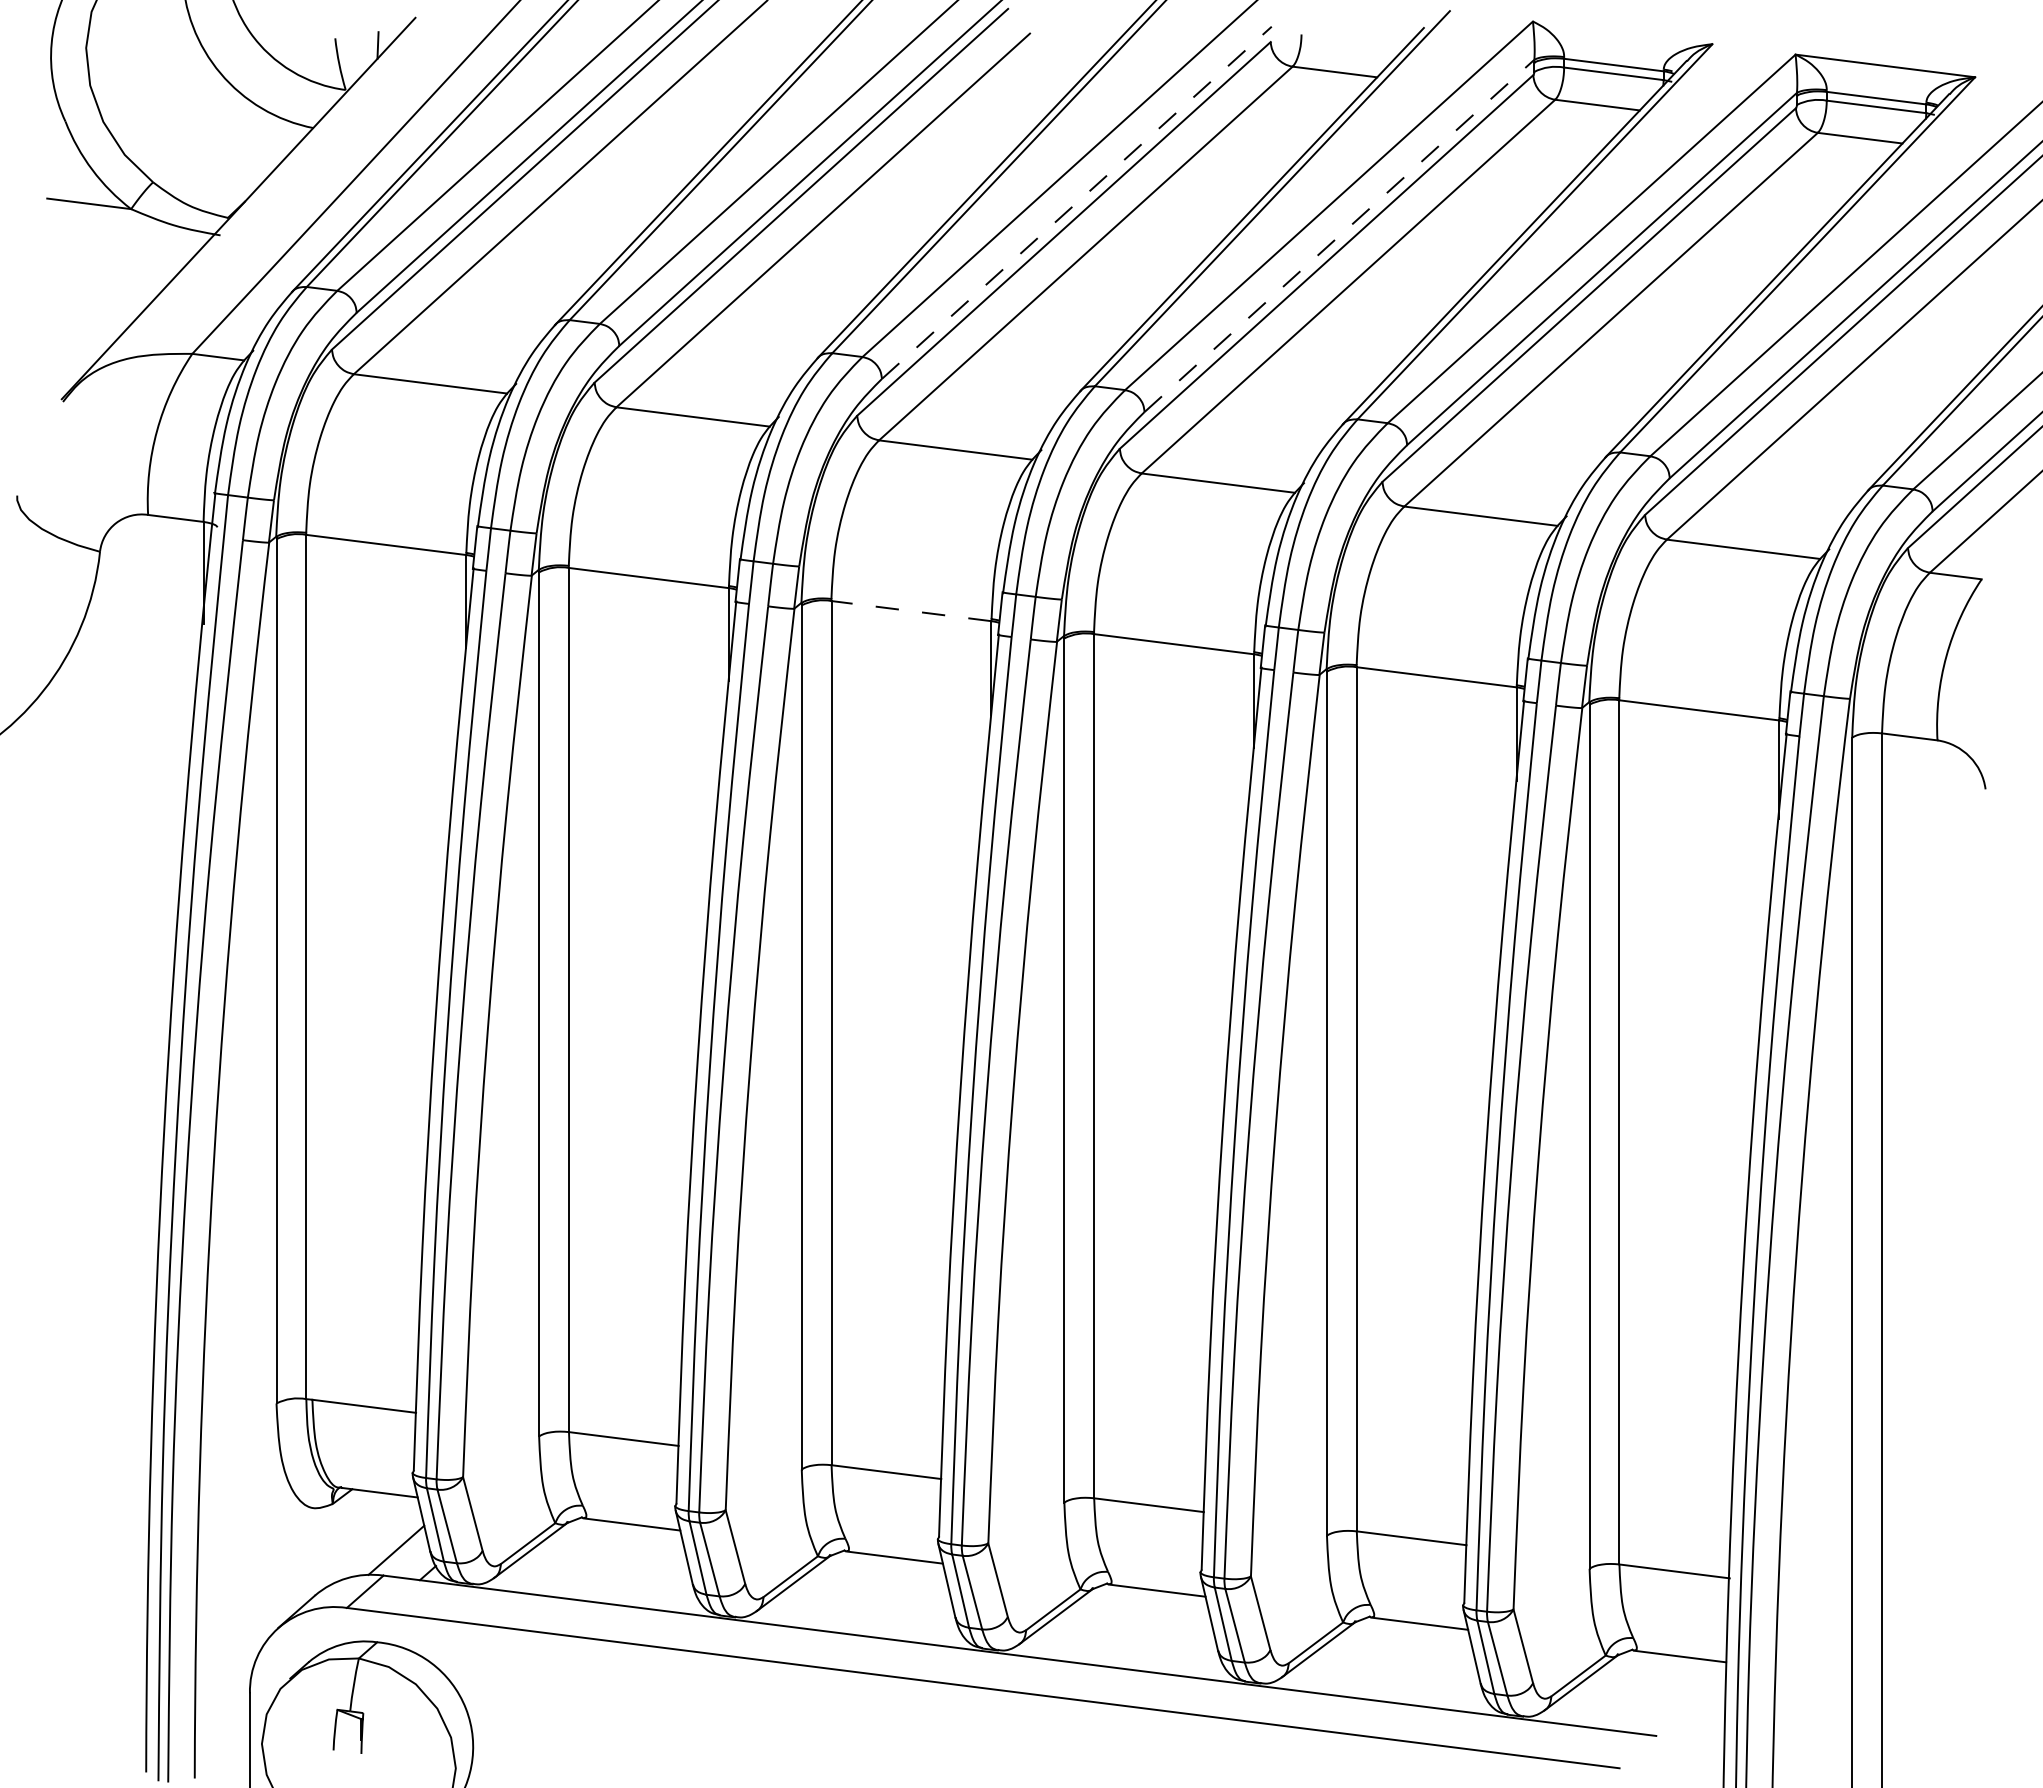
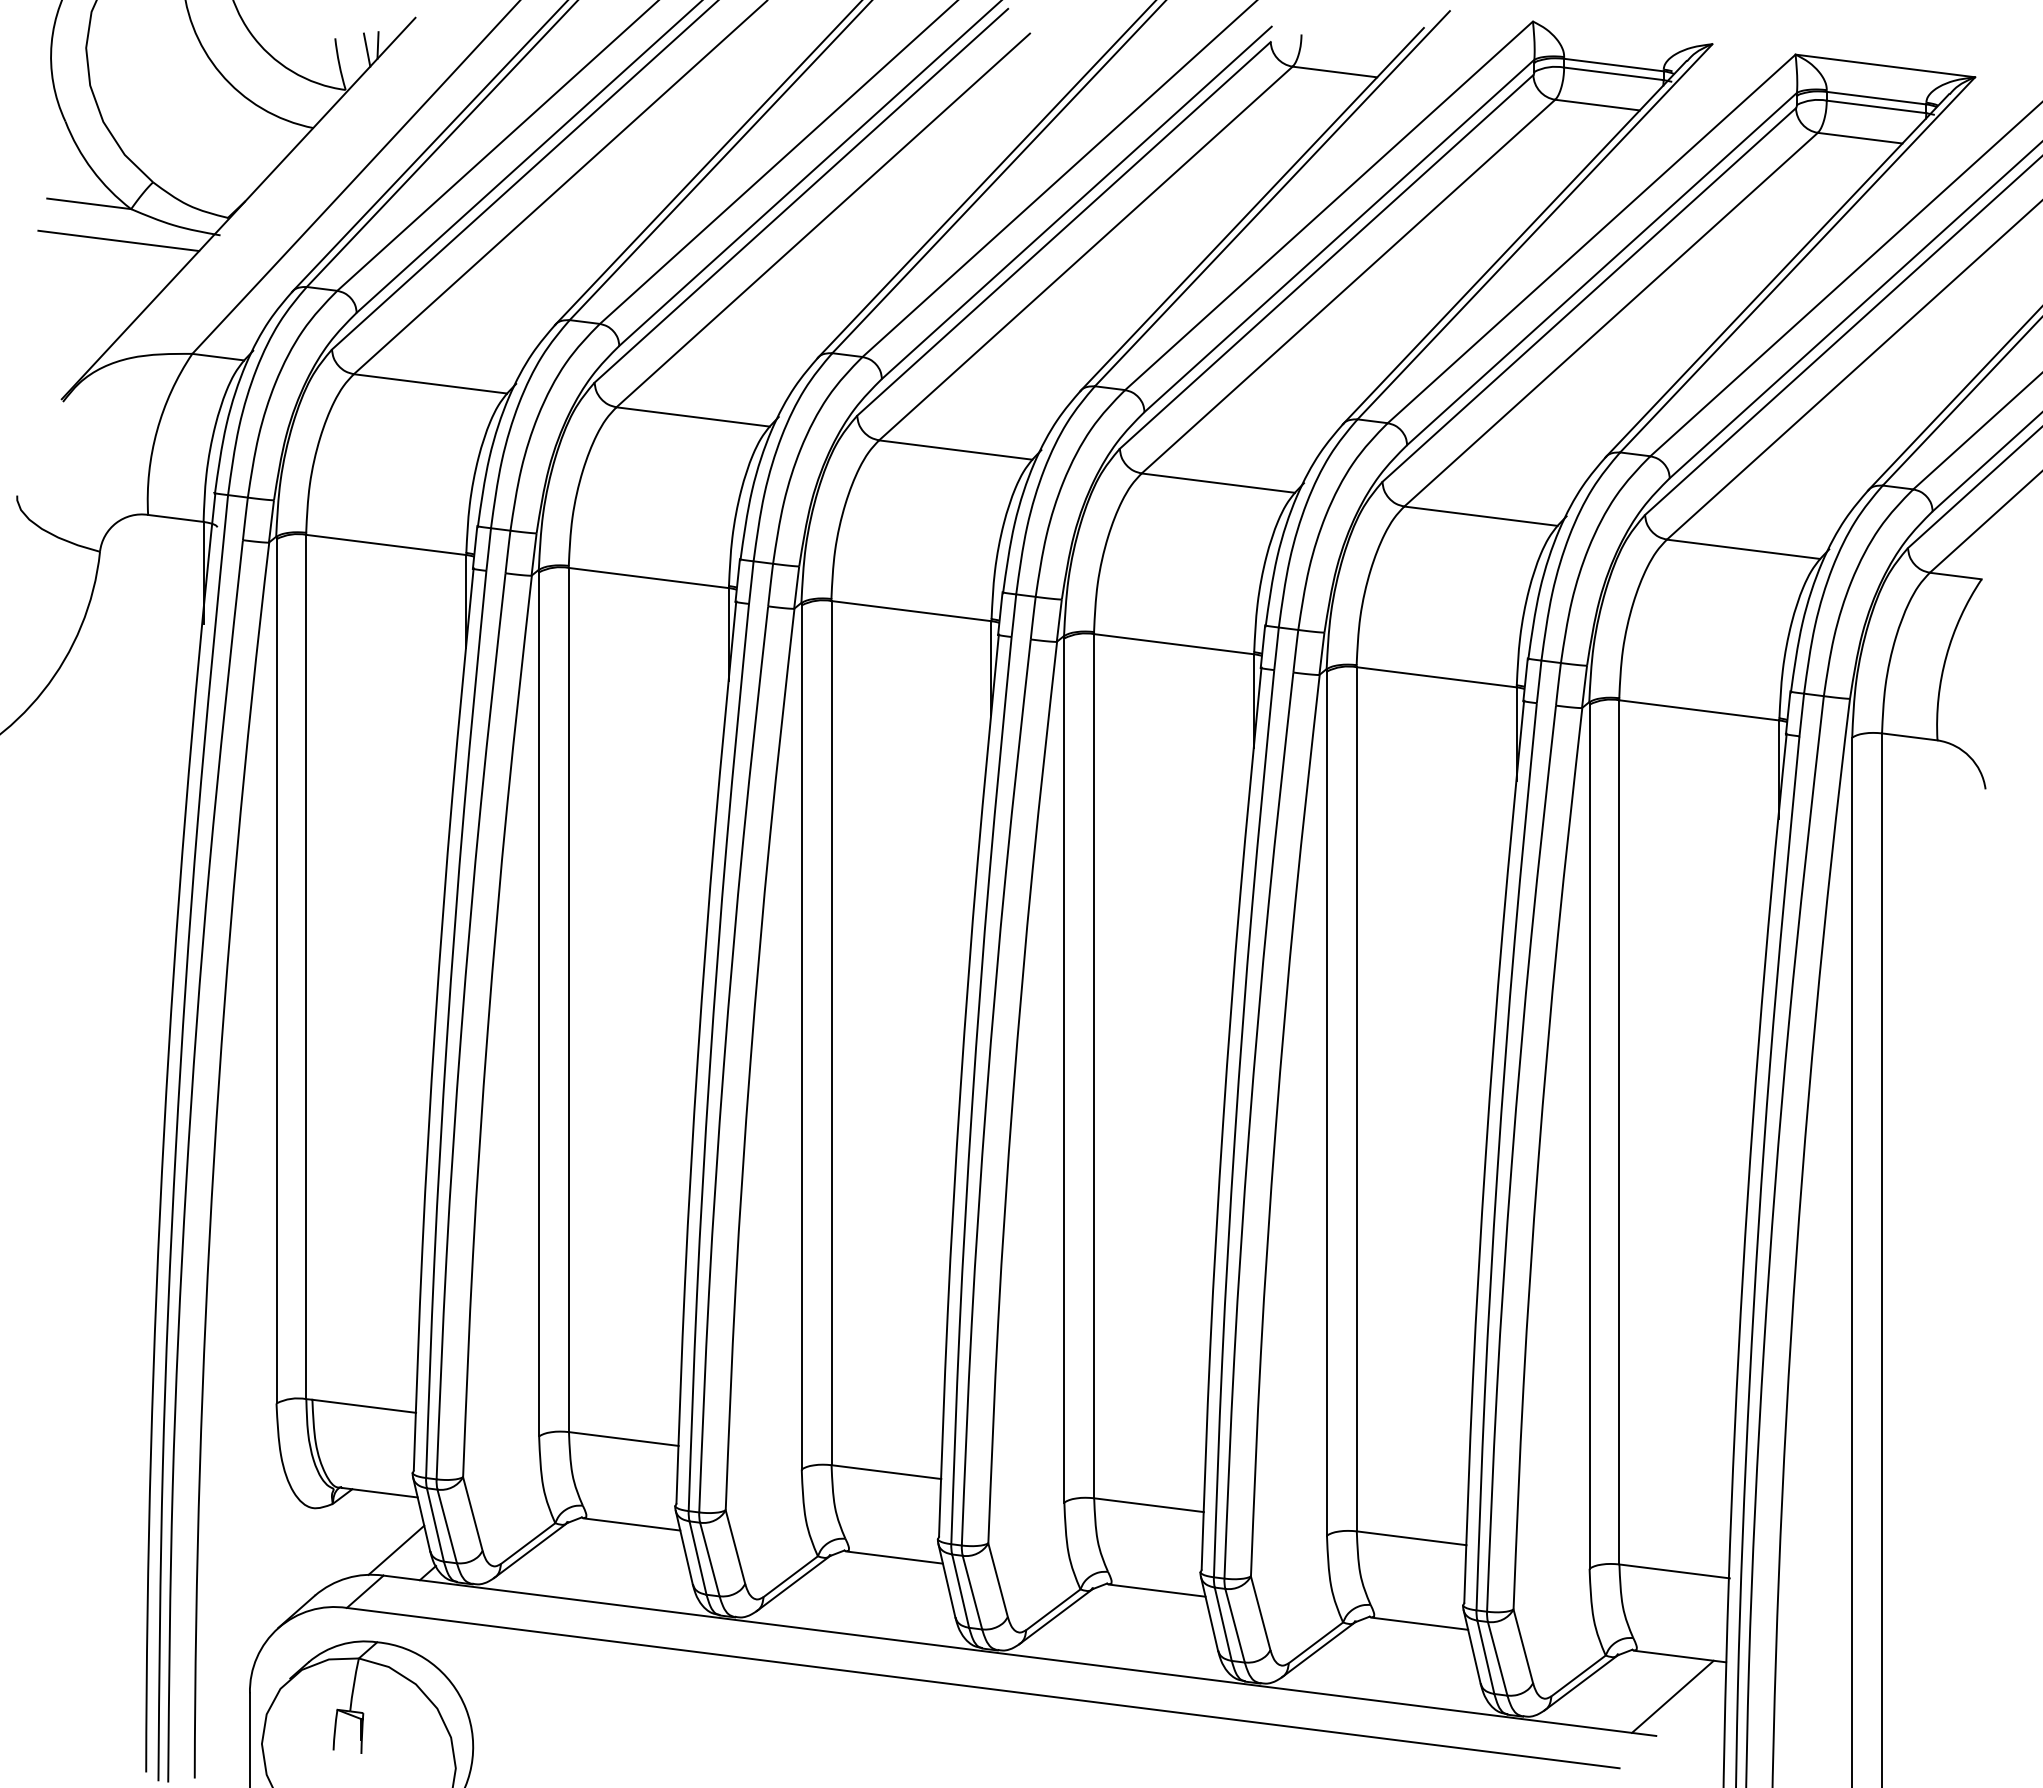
line at (366, 49): none -> present
line at (1076, 202): dashed -> solid
line at (1339, 235): dashed -> solid
line at (118, 240): none -> present
line at (911, 611): dashed -> solid
line at (1672, 1696): none -> present
